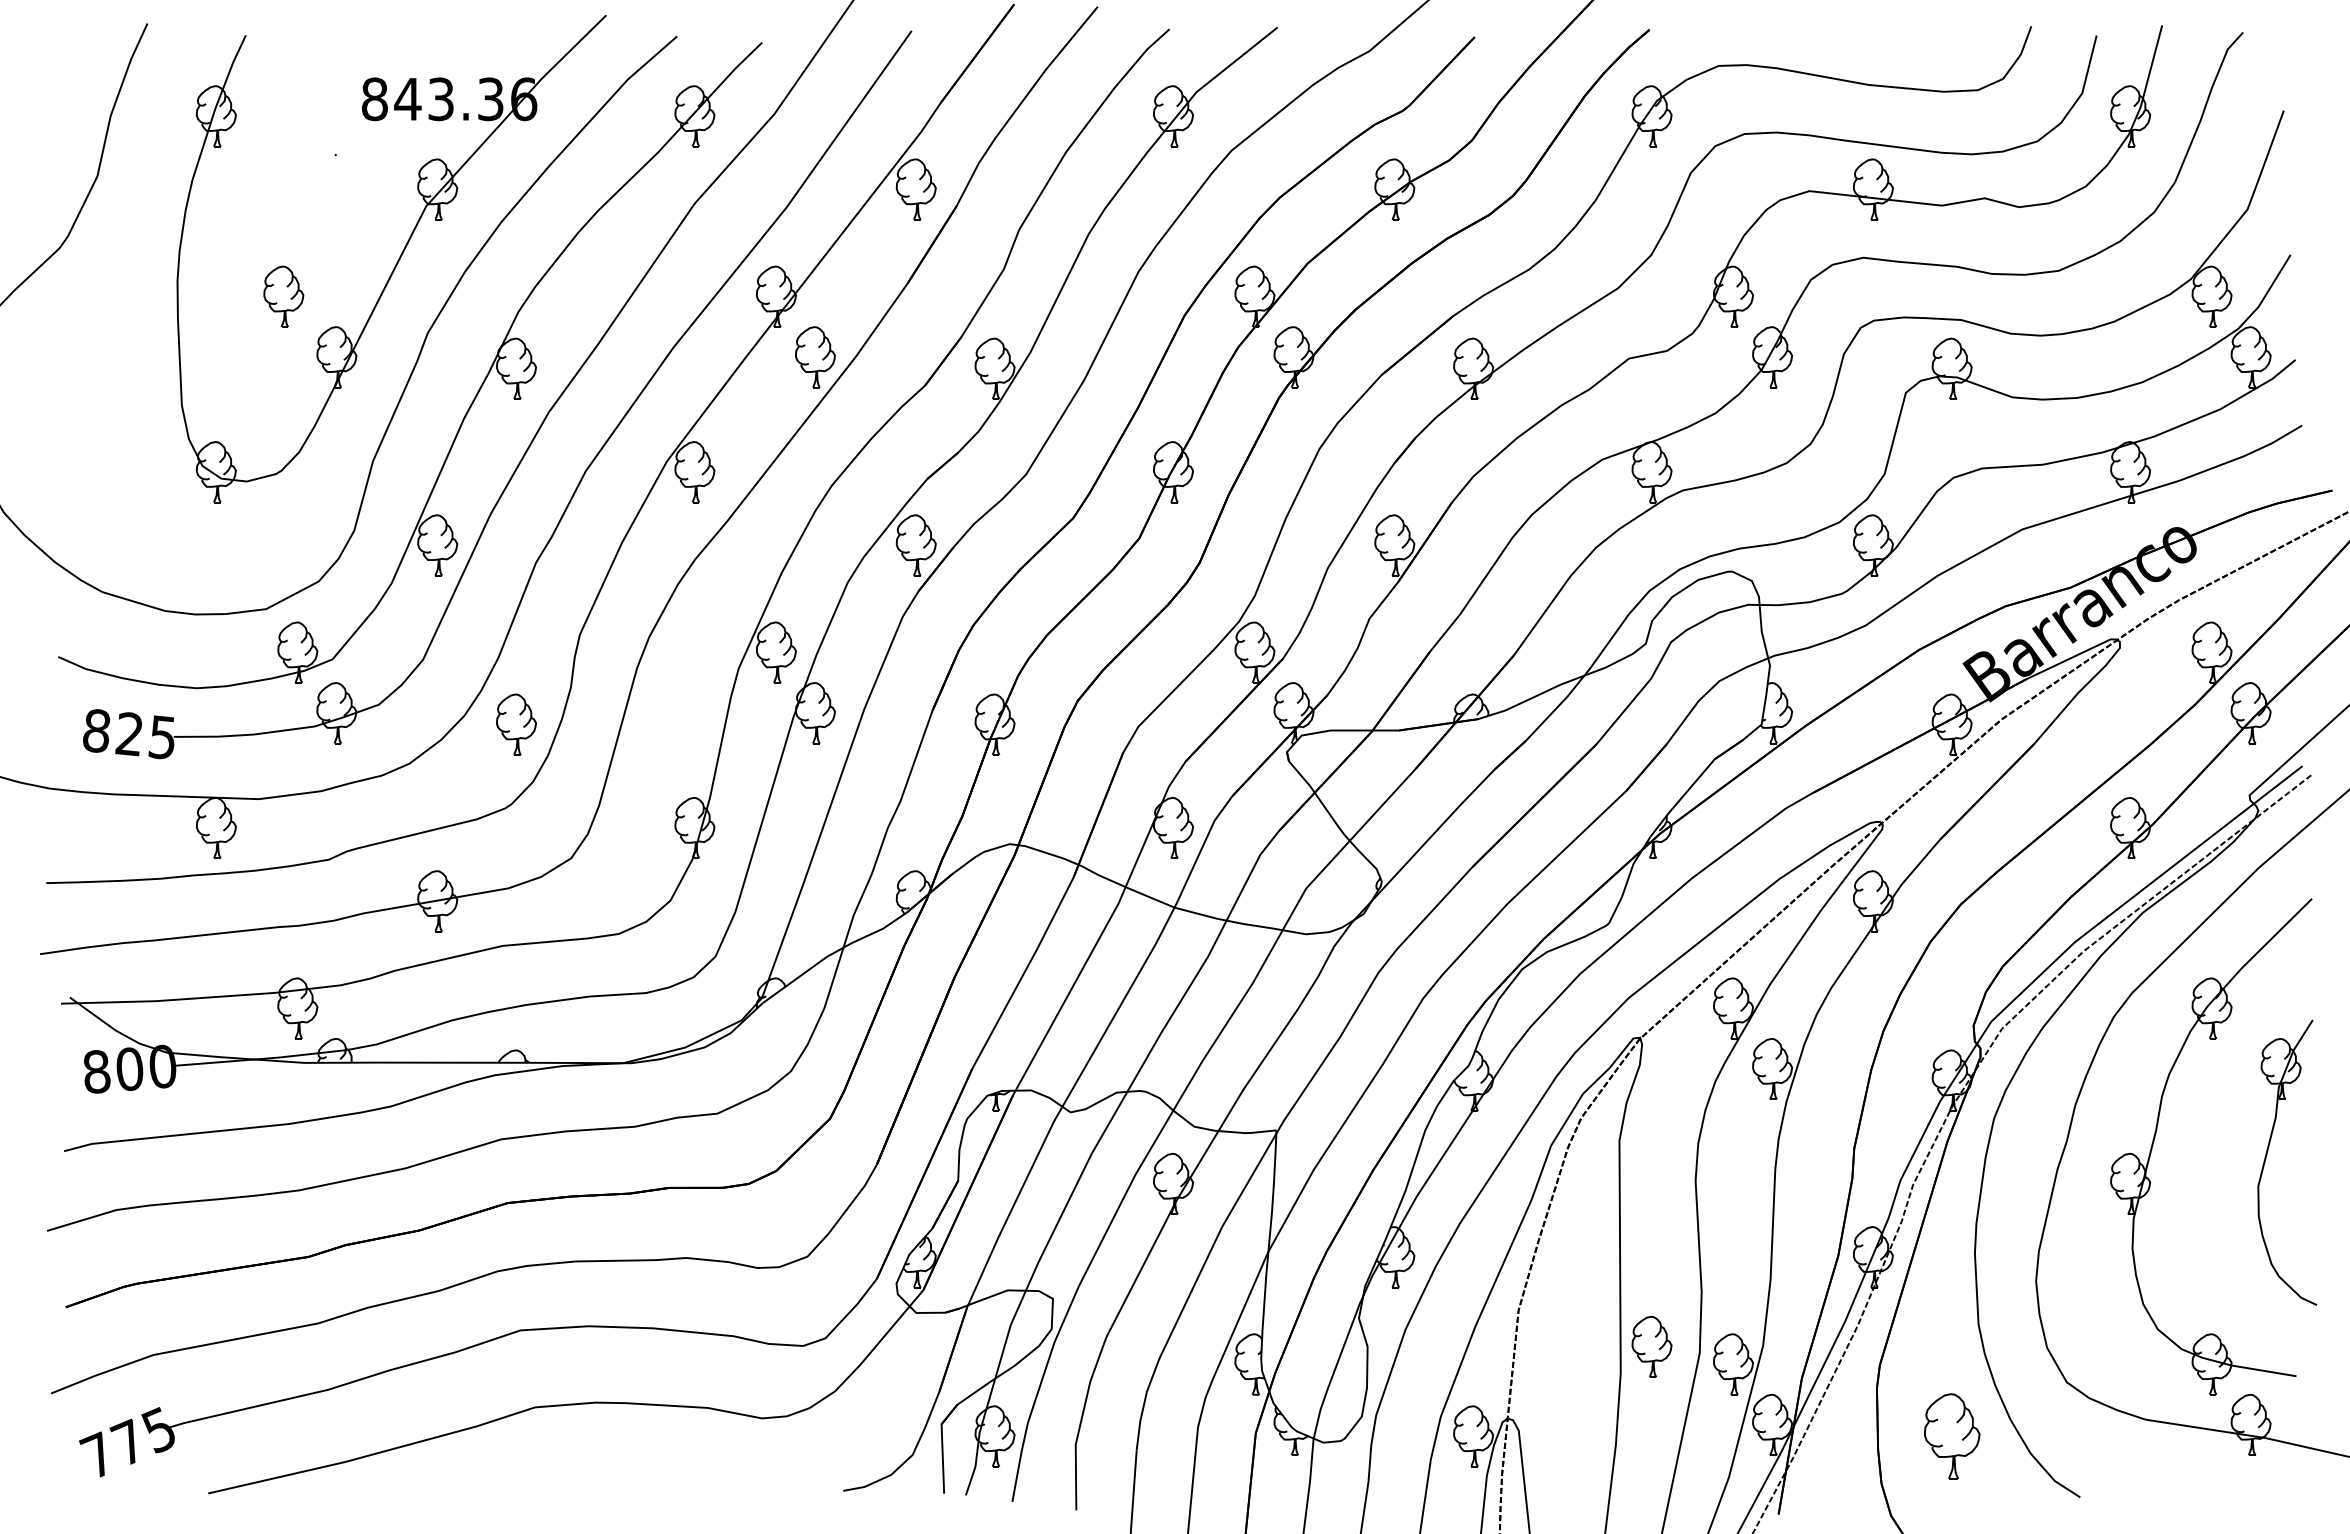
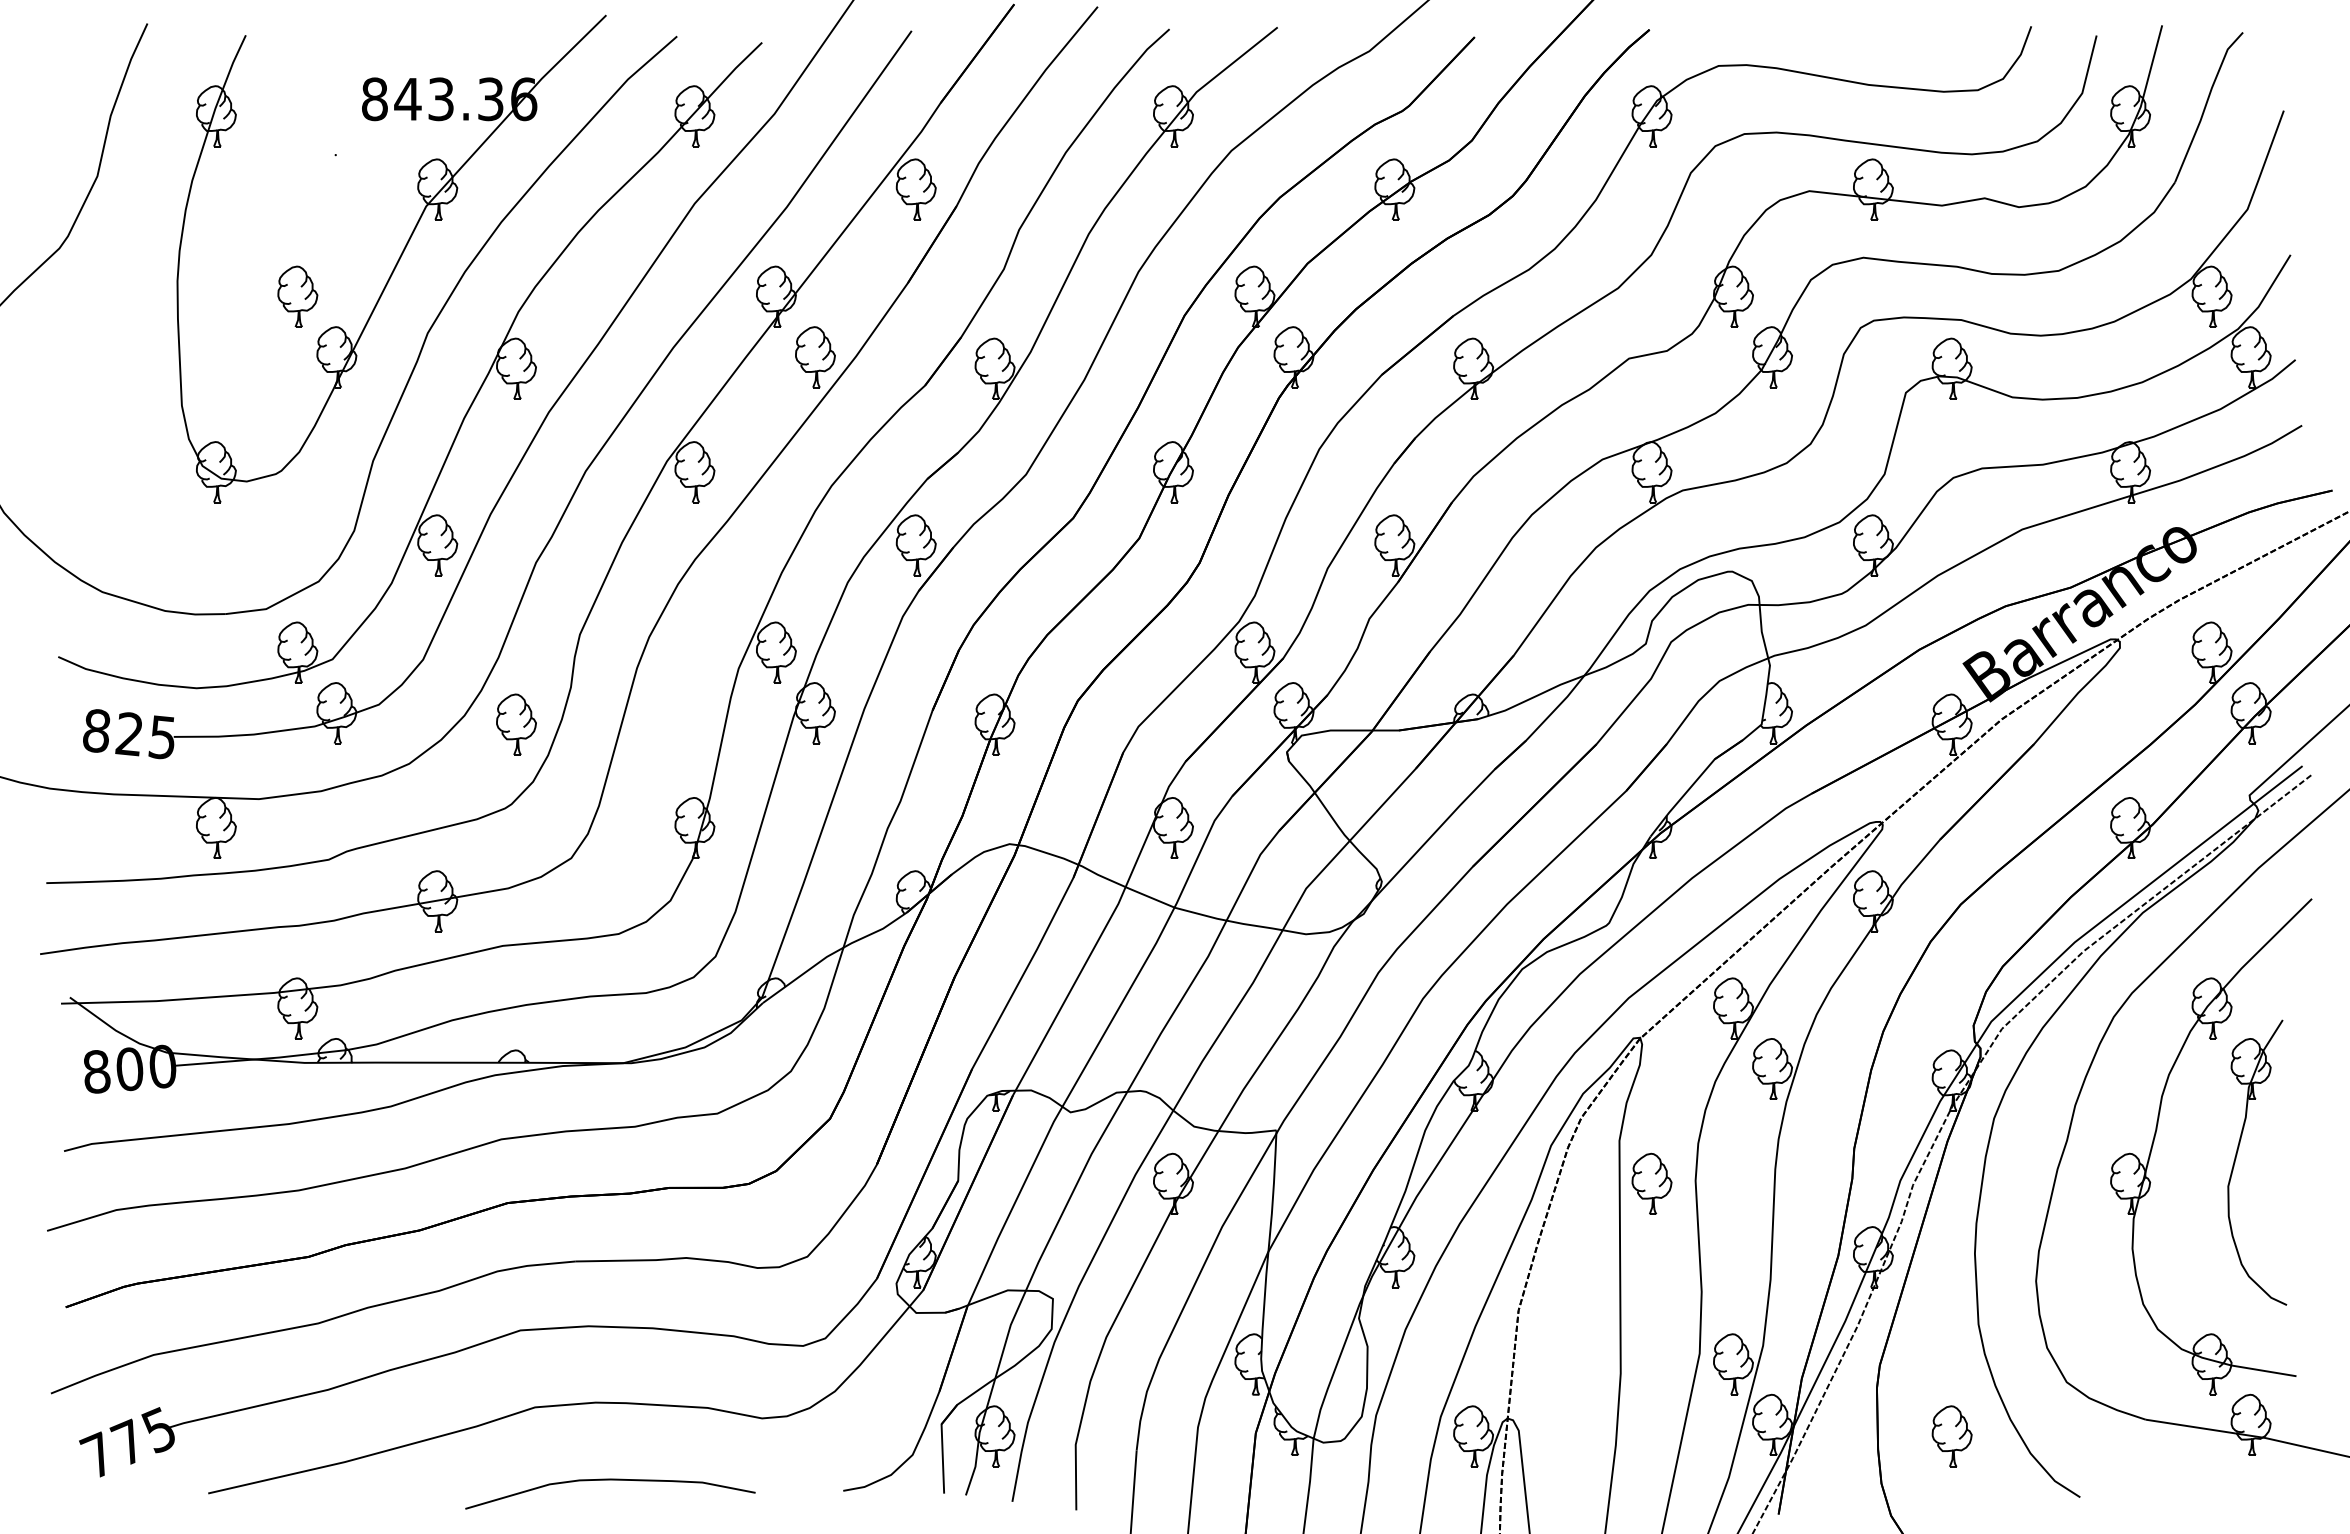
part at (283, 296) position: (283, 296) -> (297, 296)
part at (2267, 1155) position: (2267, 1155) -> (2237, 1155)
part at (1651, 1346) position: (1651, 1346) -> (1651, 1183)
part at (1952, 1436) size: 57x87 px -> 42x63 px
curve at (610, 1480): none -> present
